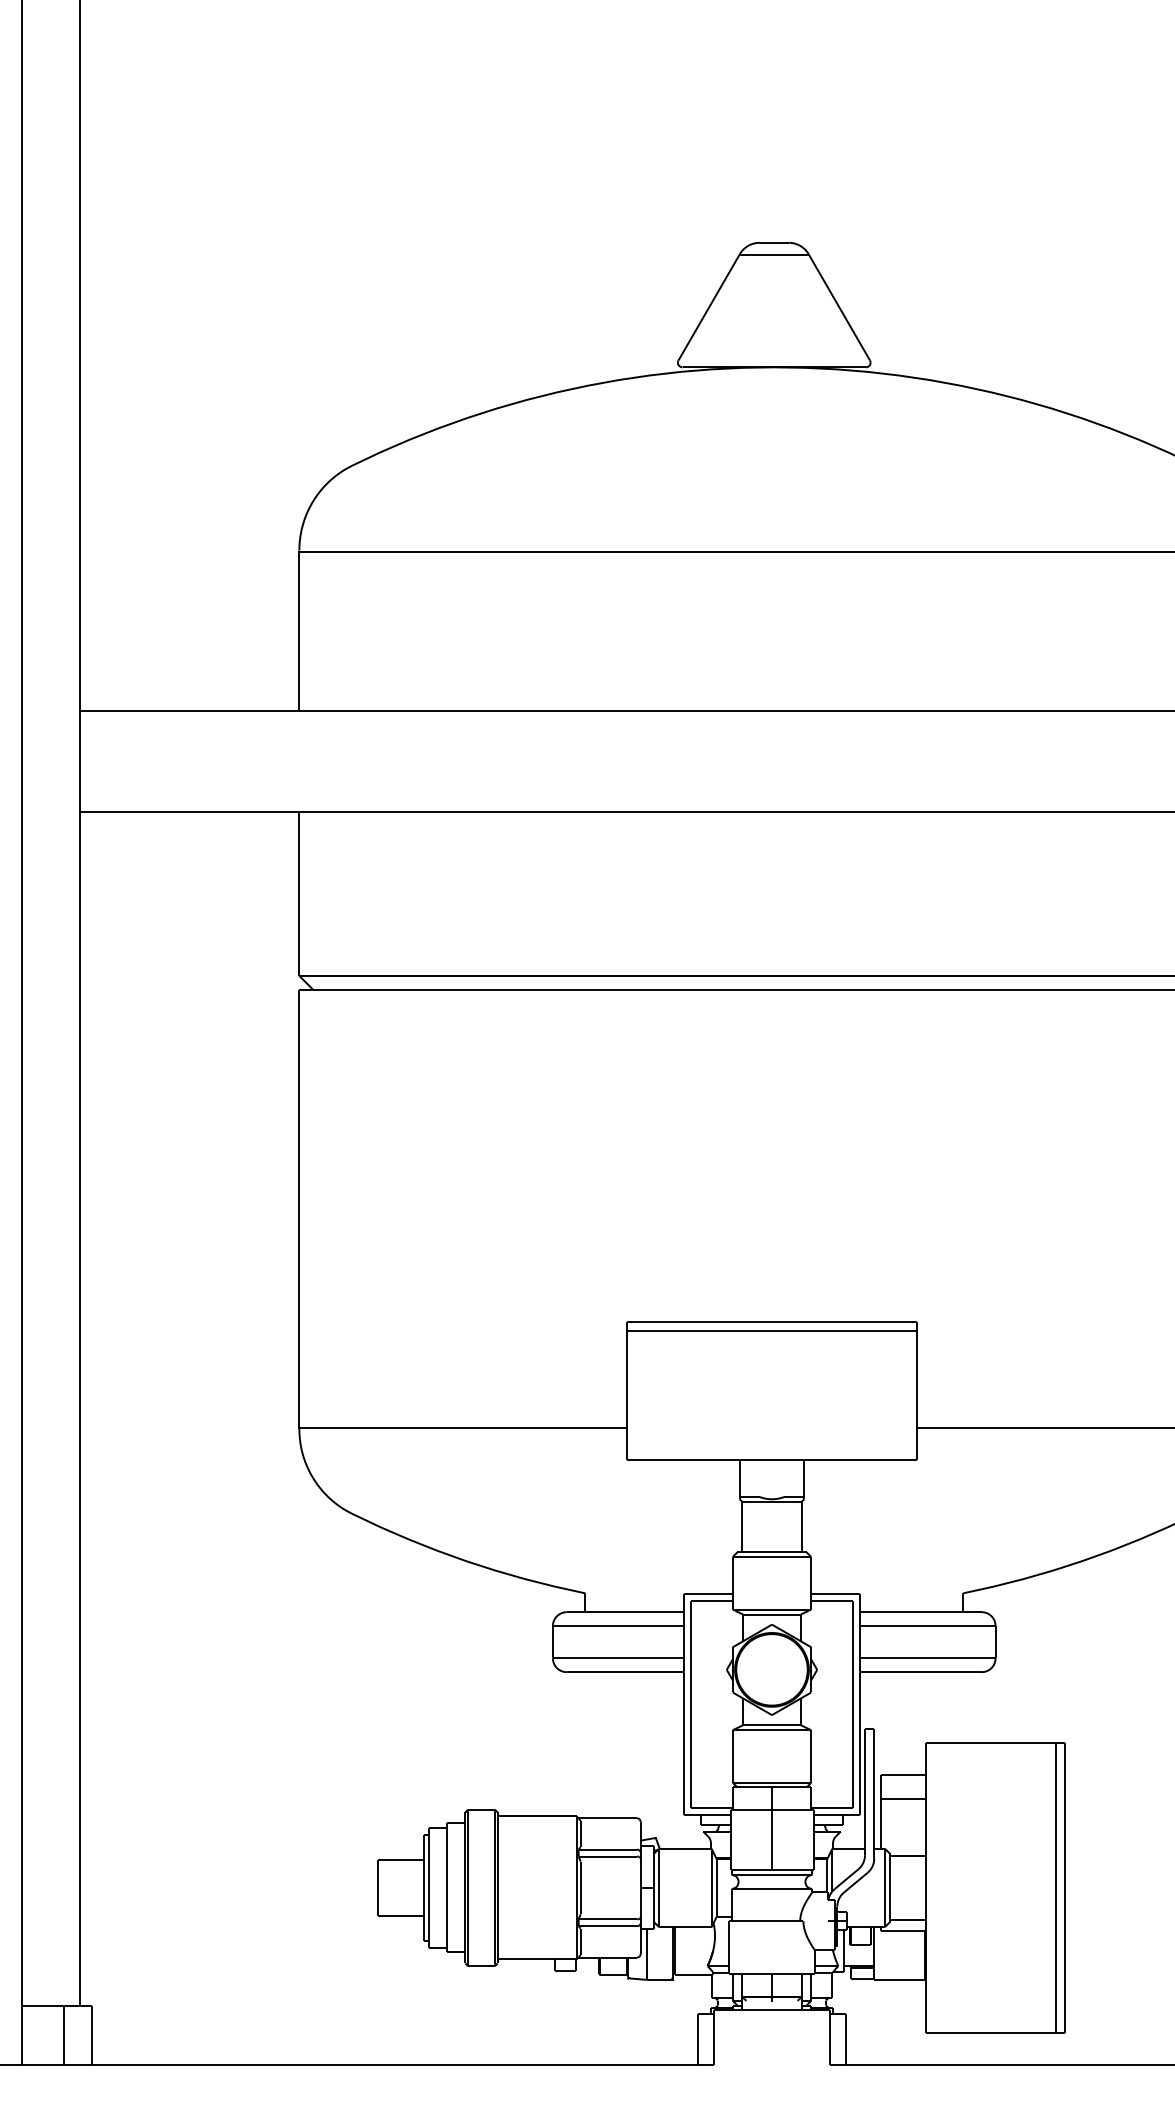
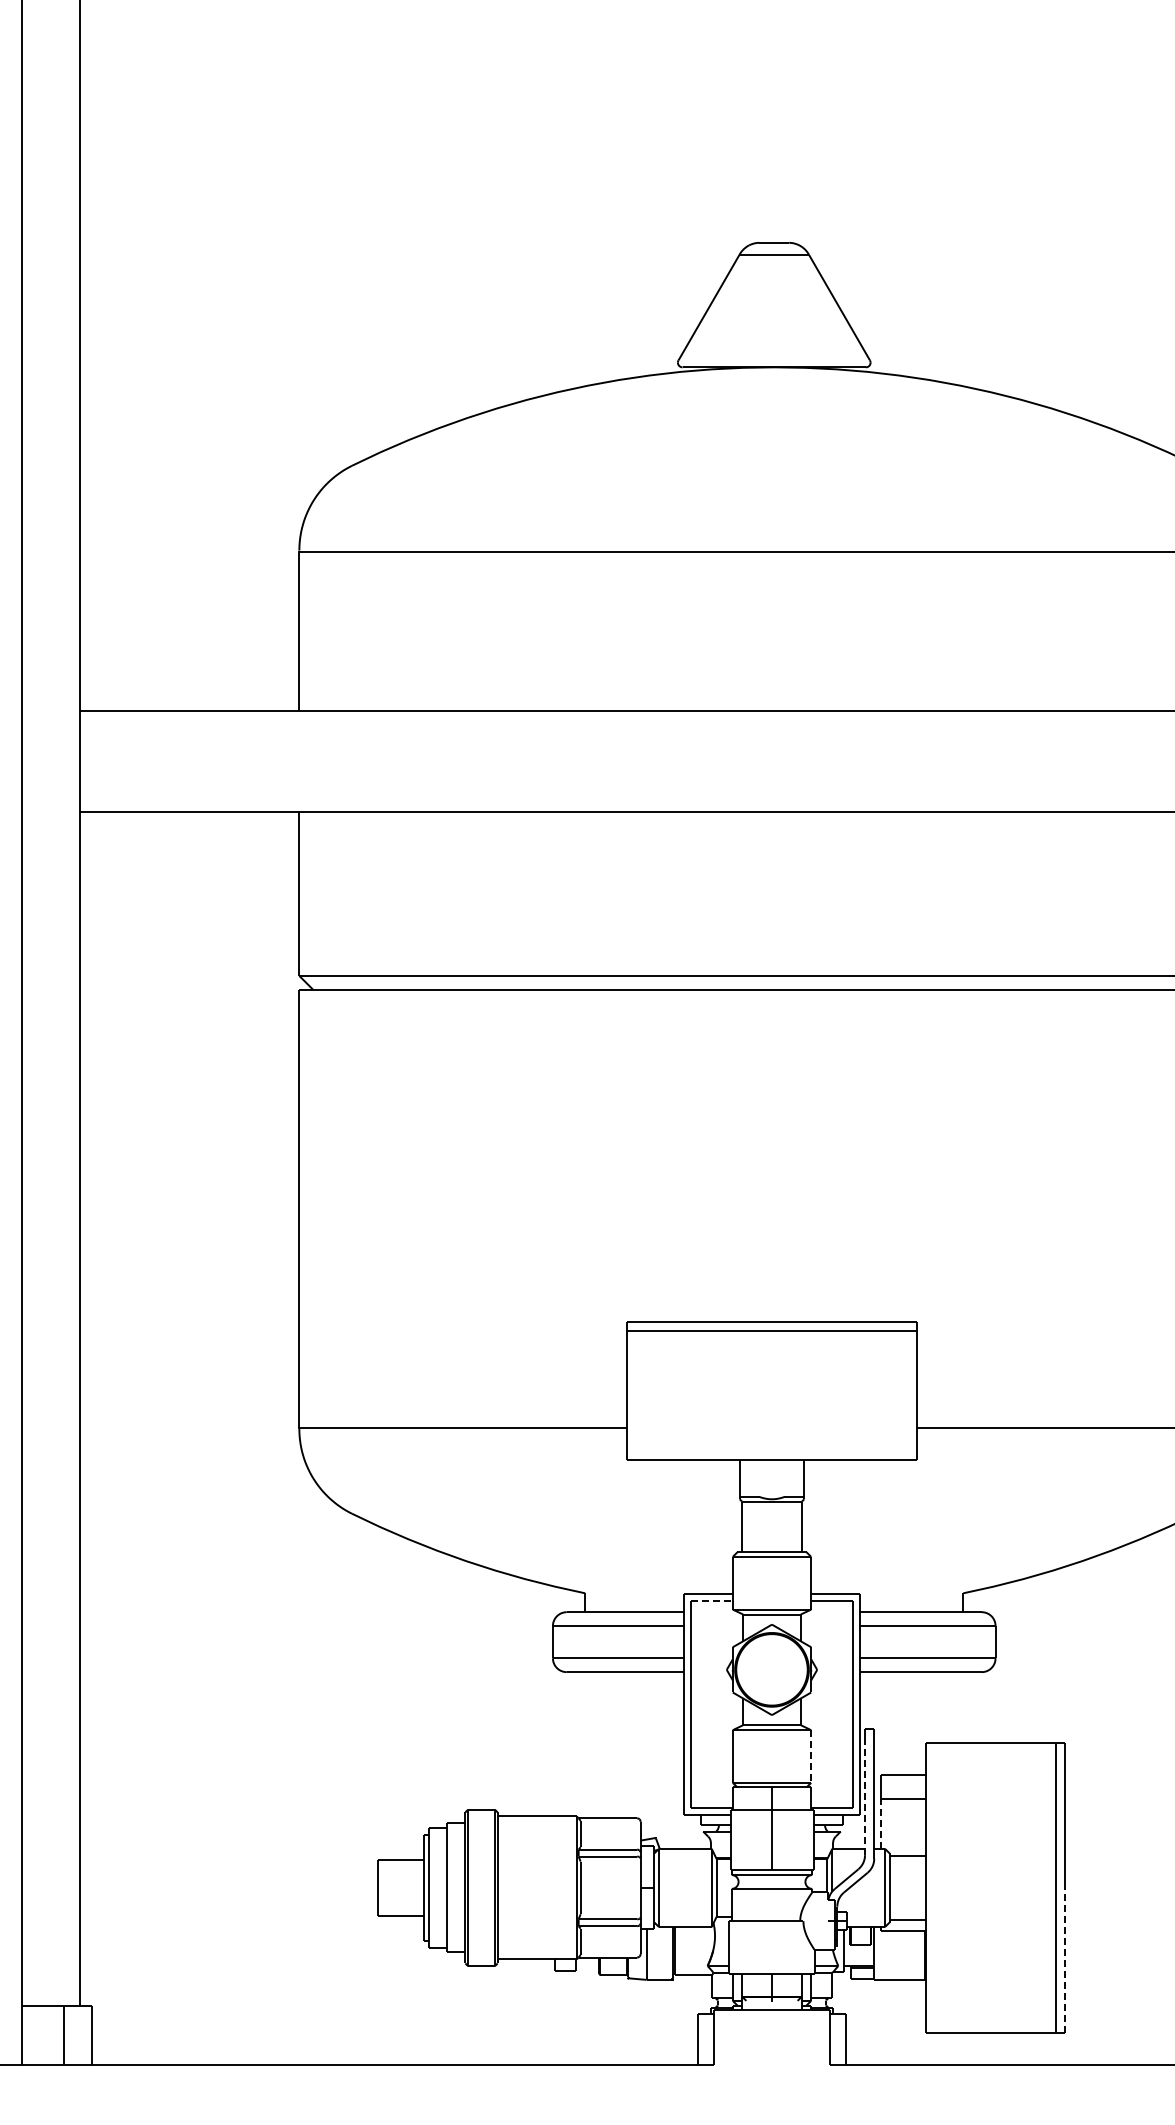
line at (712, 1600): solid -> dashed
line at (811, 1756): solid -> dashed
line at (865, 1796): solid -> dashed
line at (881, 1823): solid -> dashed
line at (1064, 1960): solid -> dashed
